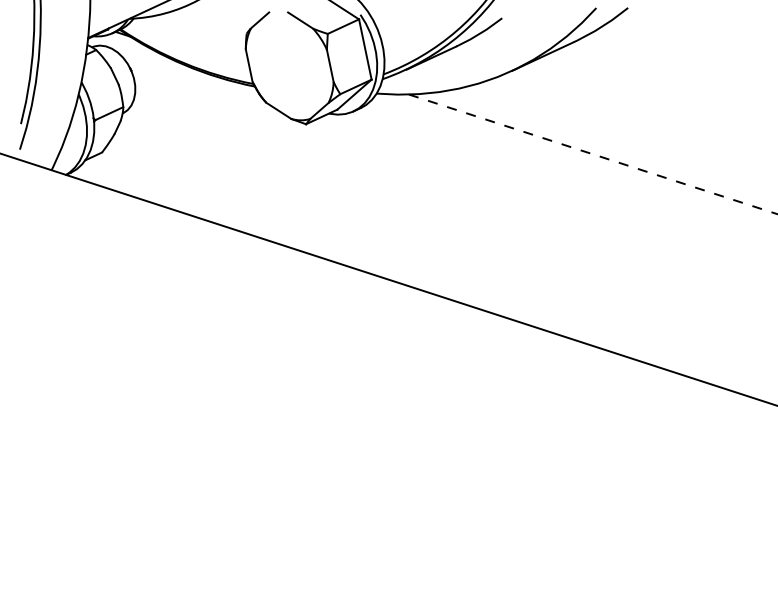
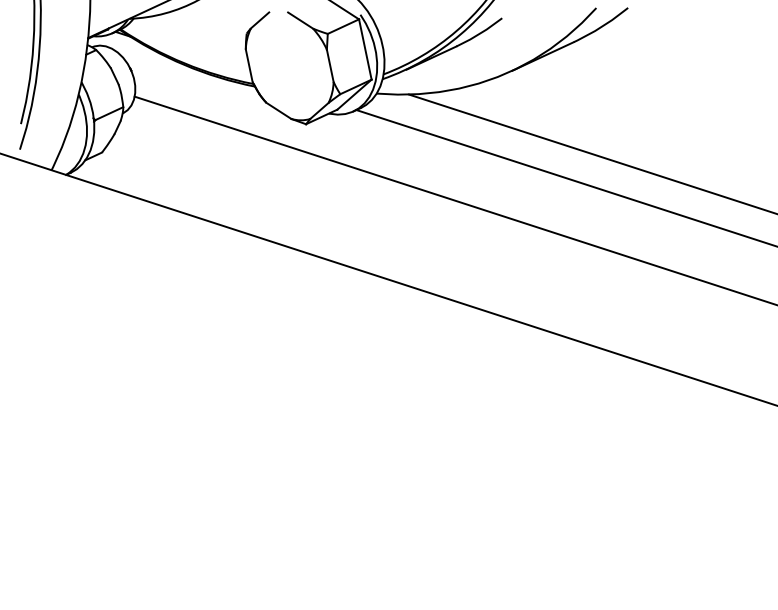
line at (593, 154): dashed -> solid
line at (565, 177): none -> present
line at (454, 200): none -> present
